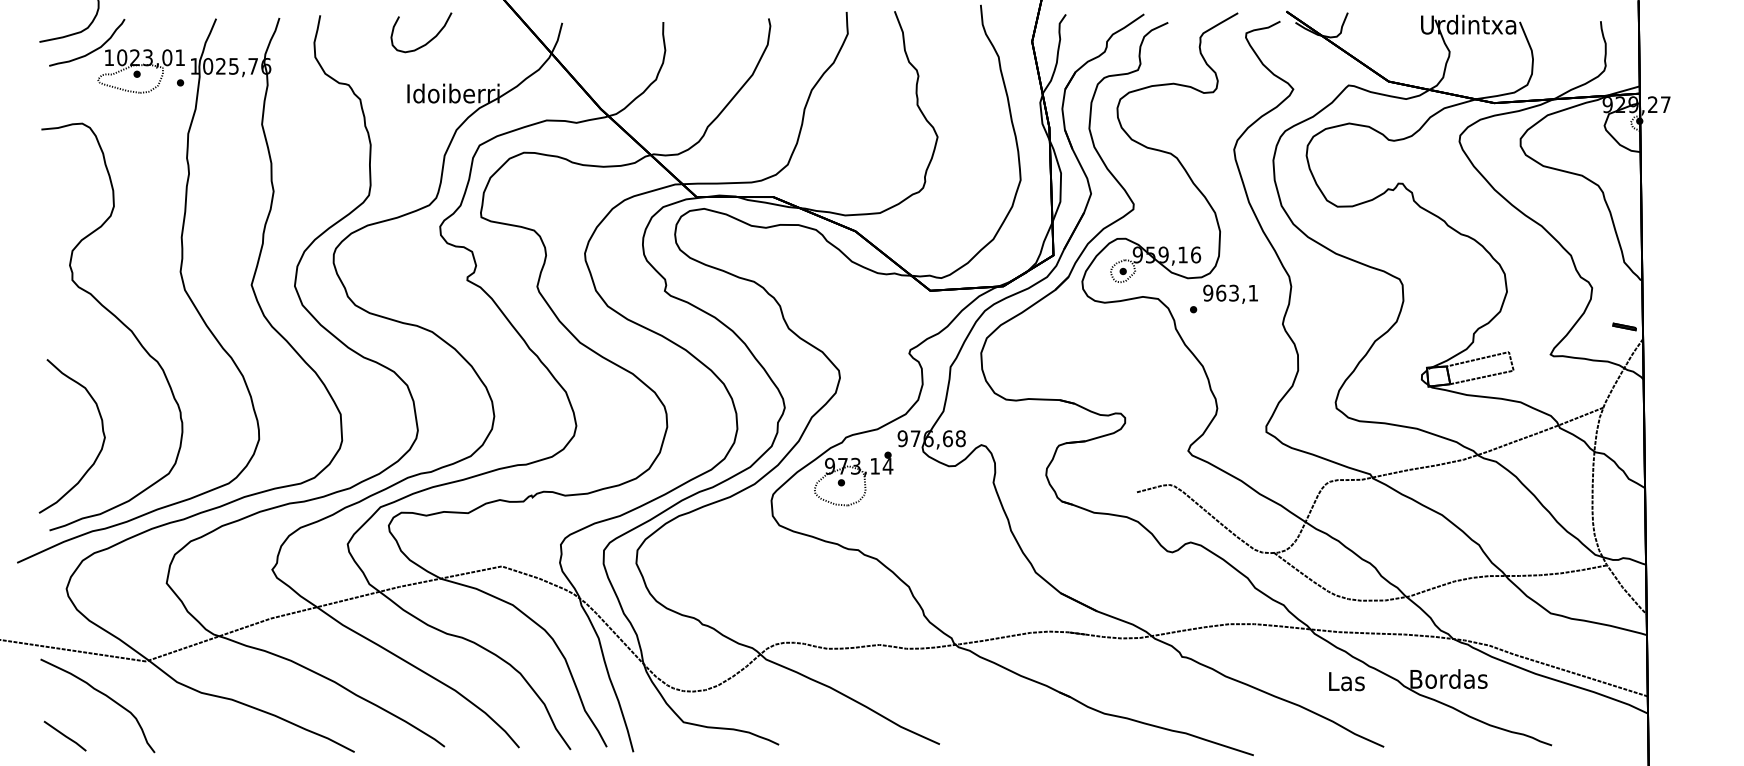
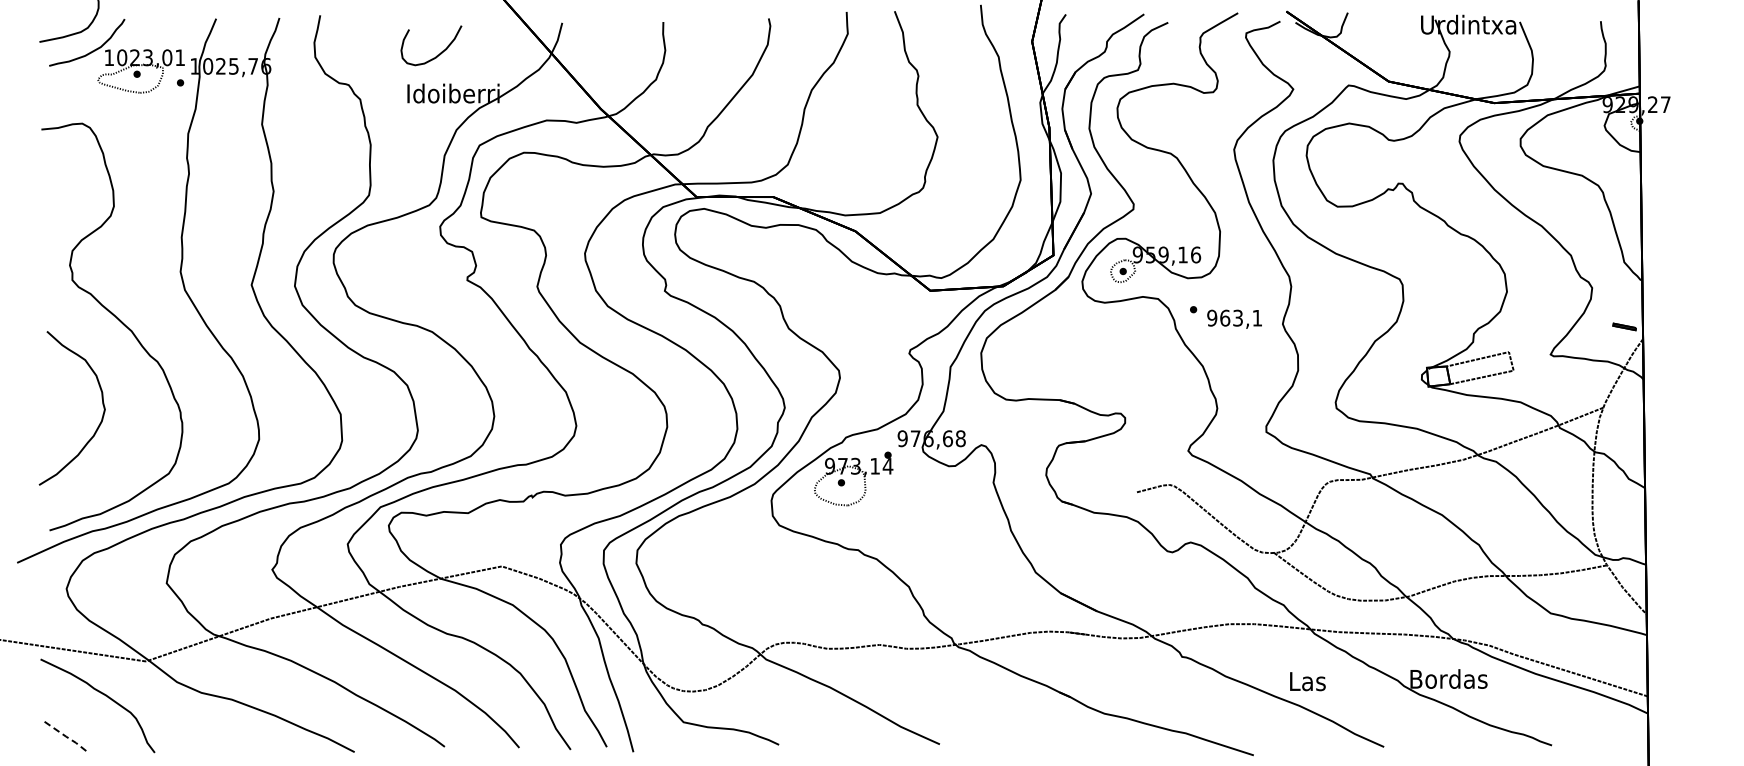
curve at (426, 42) position: (426, 42) -> (436, 55)
text at (1230, 293) position: (1230, 293) -> (1234, 318)
curve at (102, 433) position: (102, 433) -> (102, 405)
text at (1346, 681) position: (1346, 681) -> (1307, 681)
line at (66, 736): solid -> dashed
